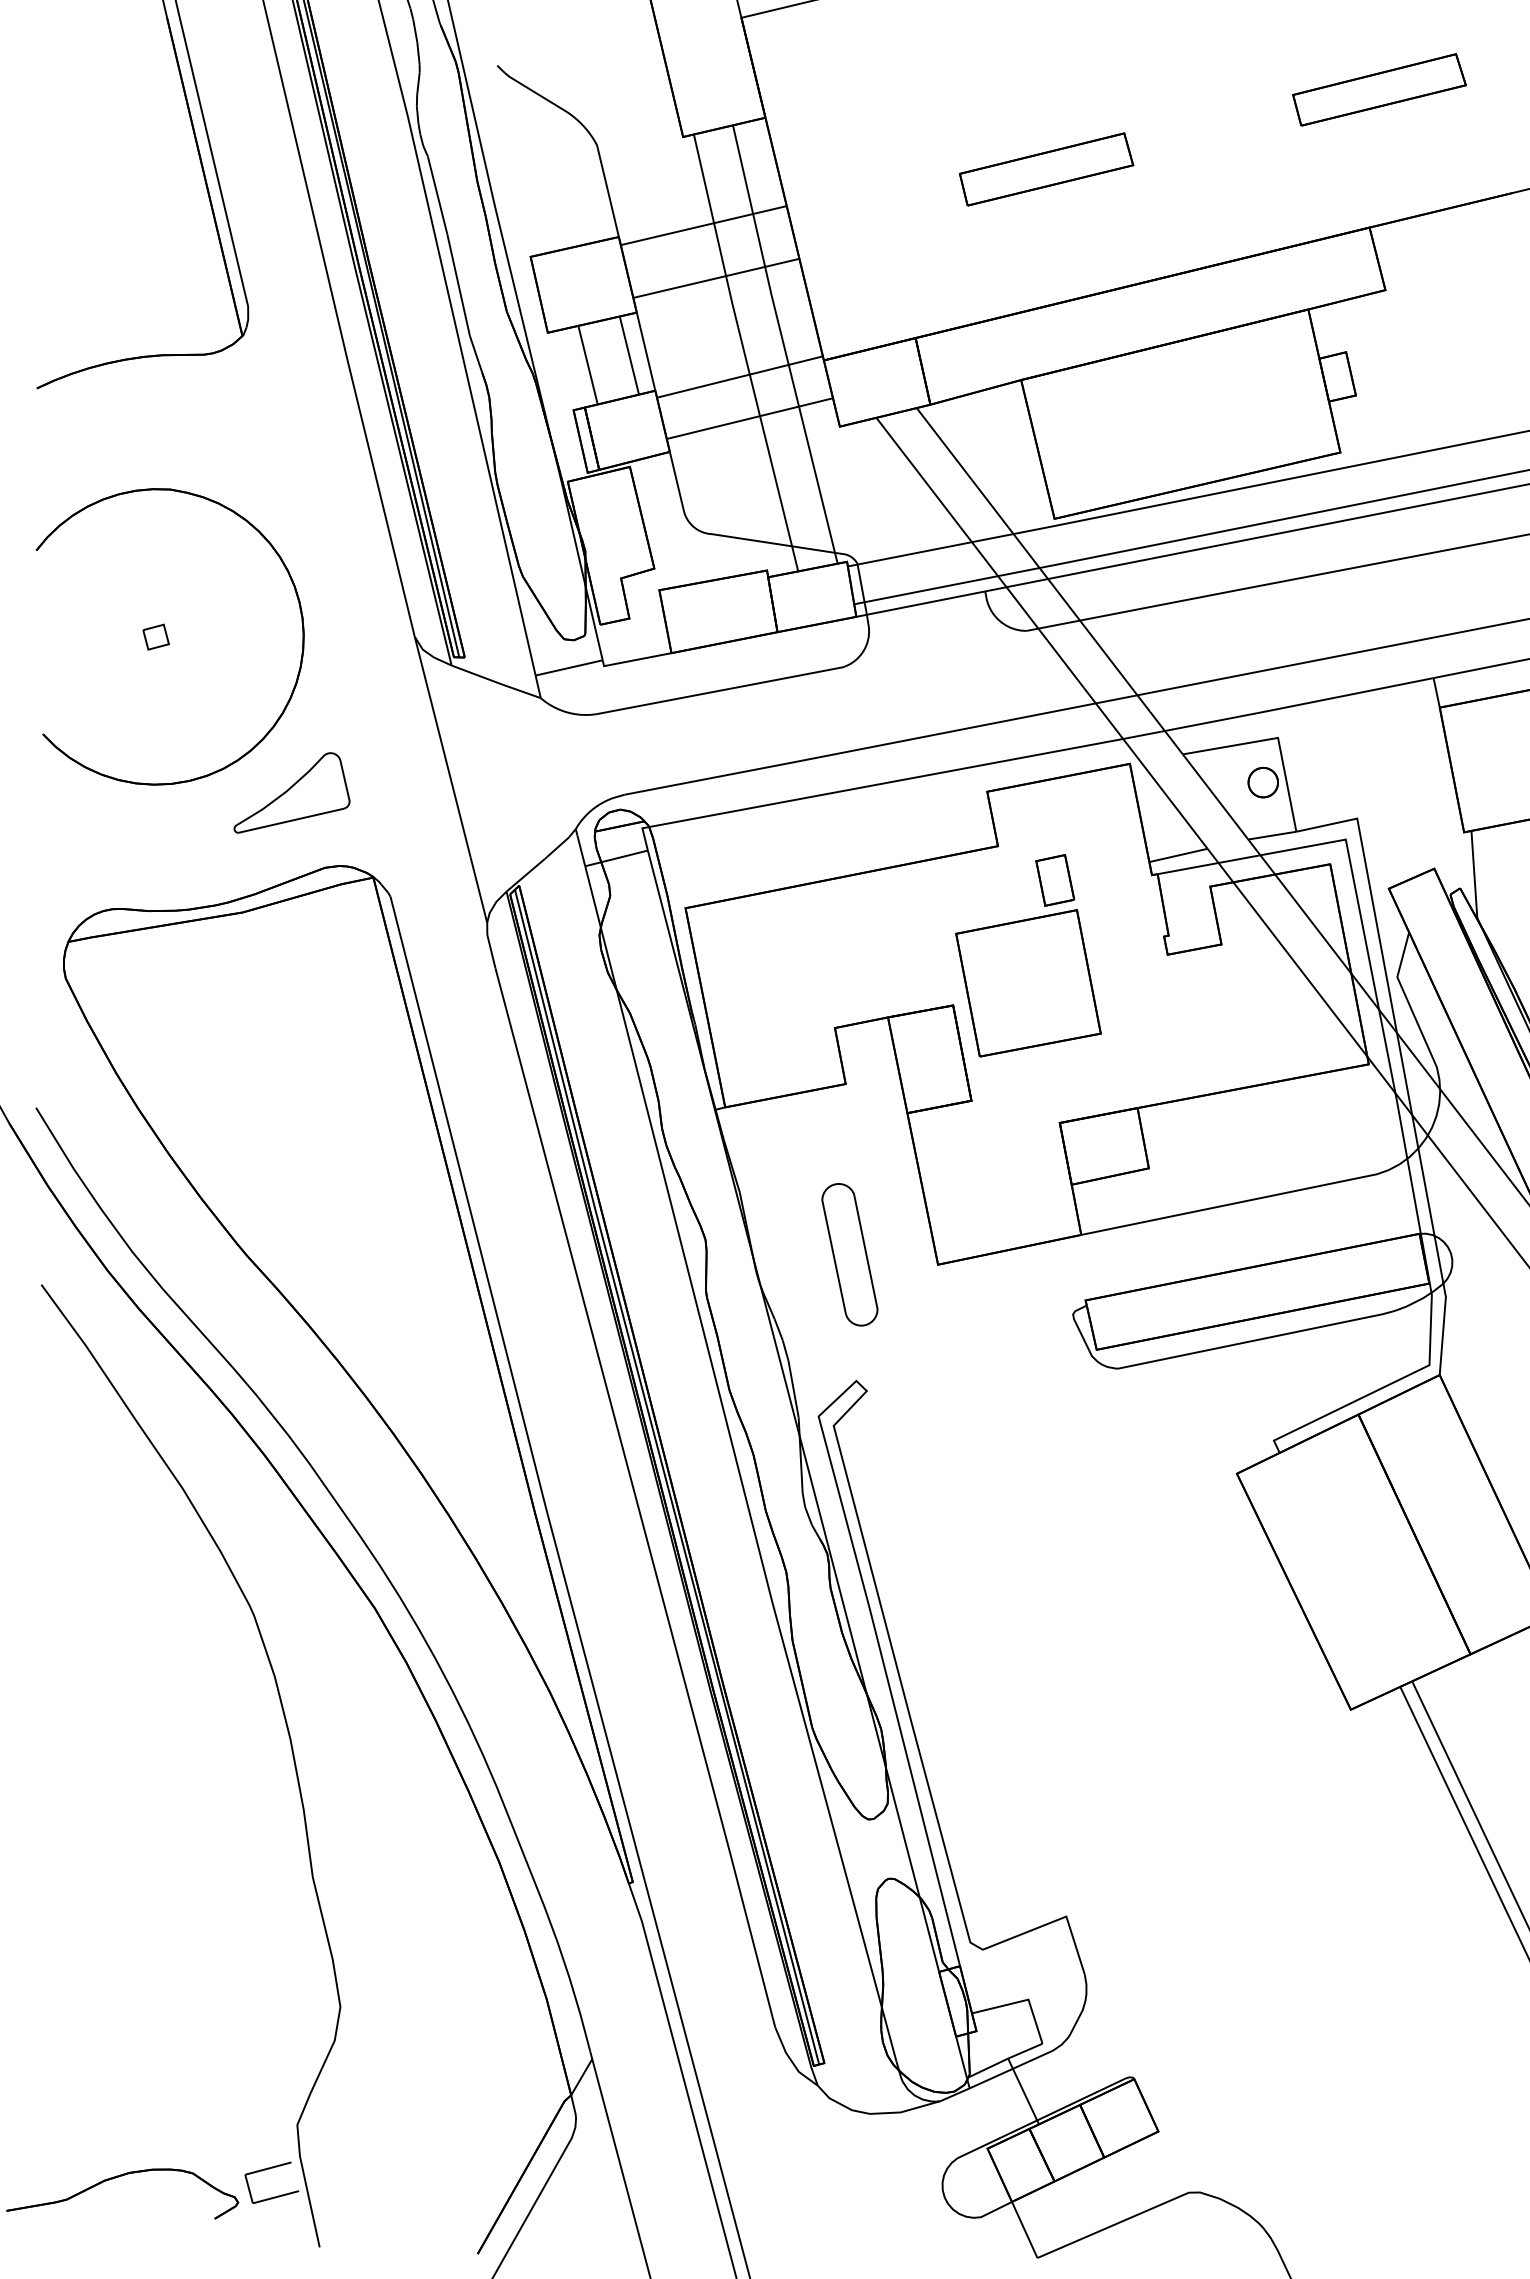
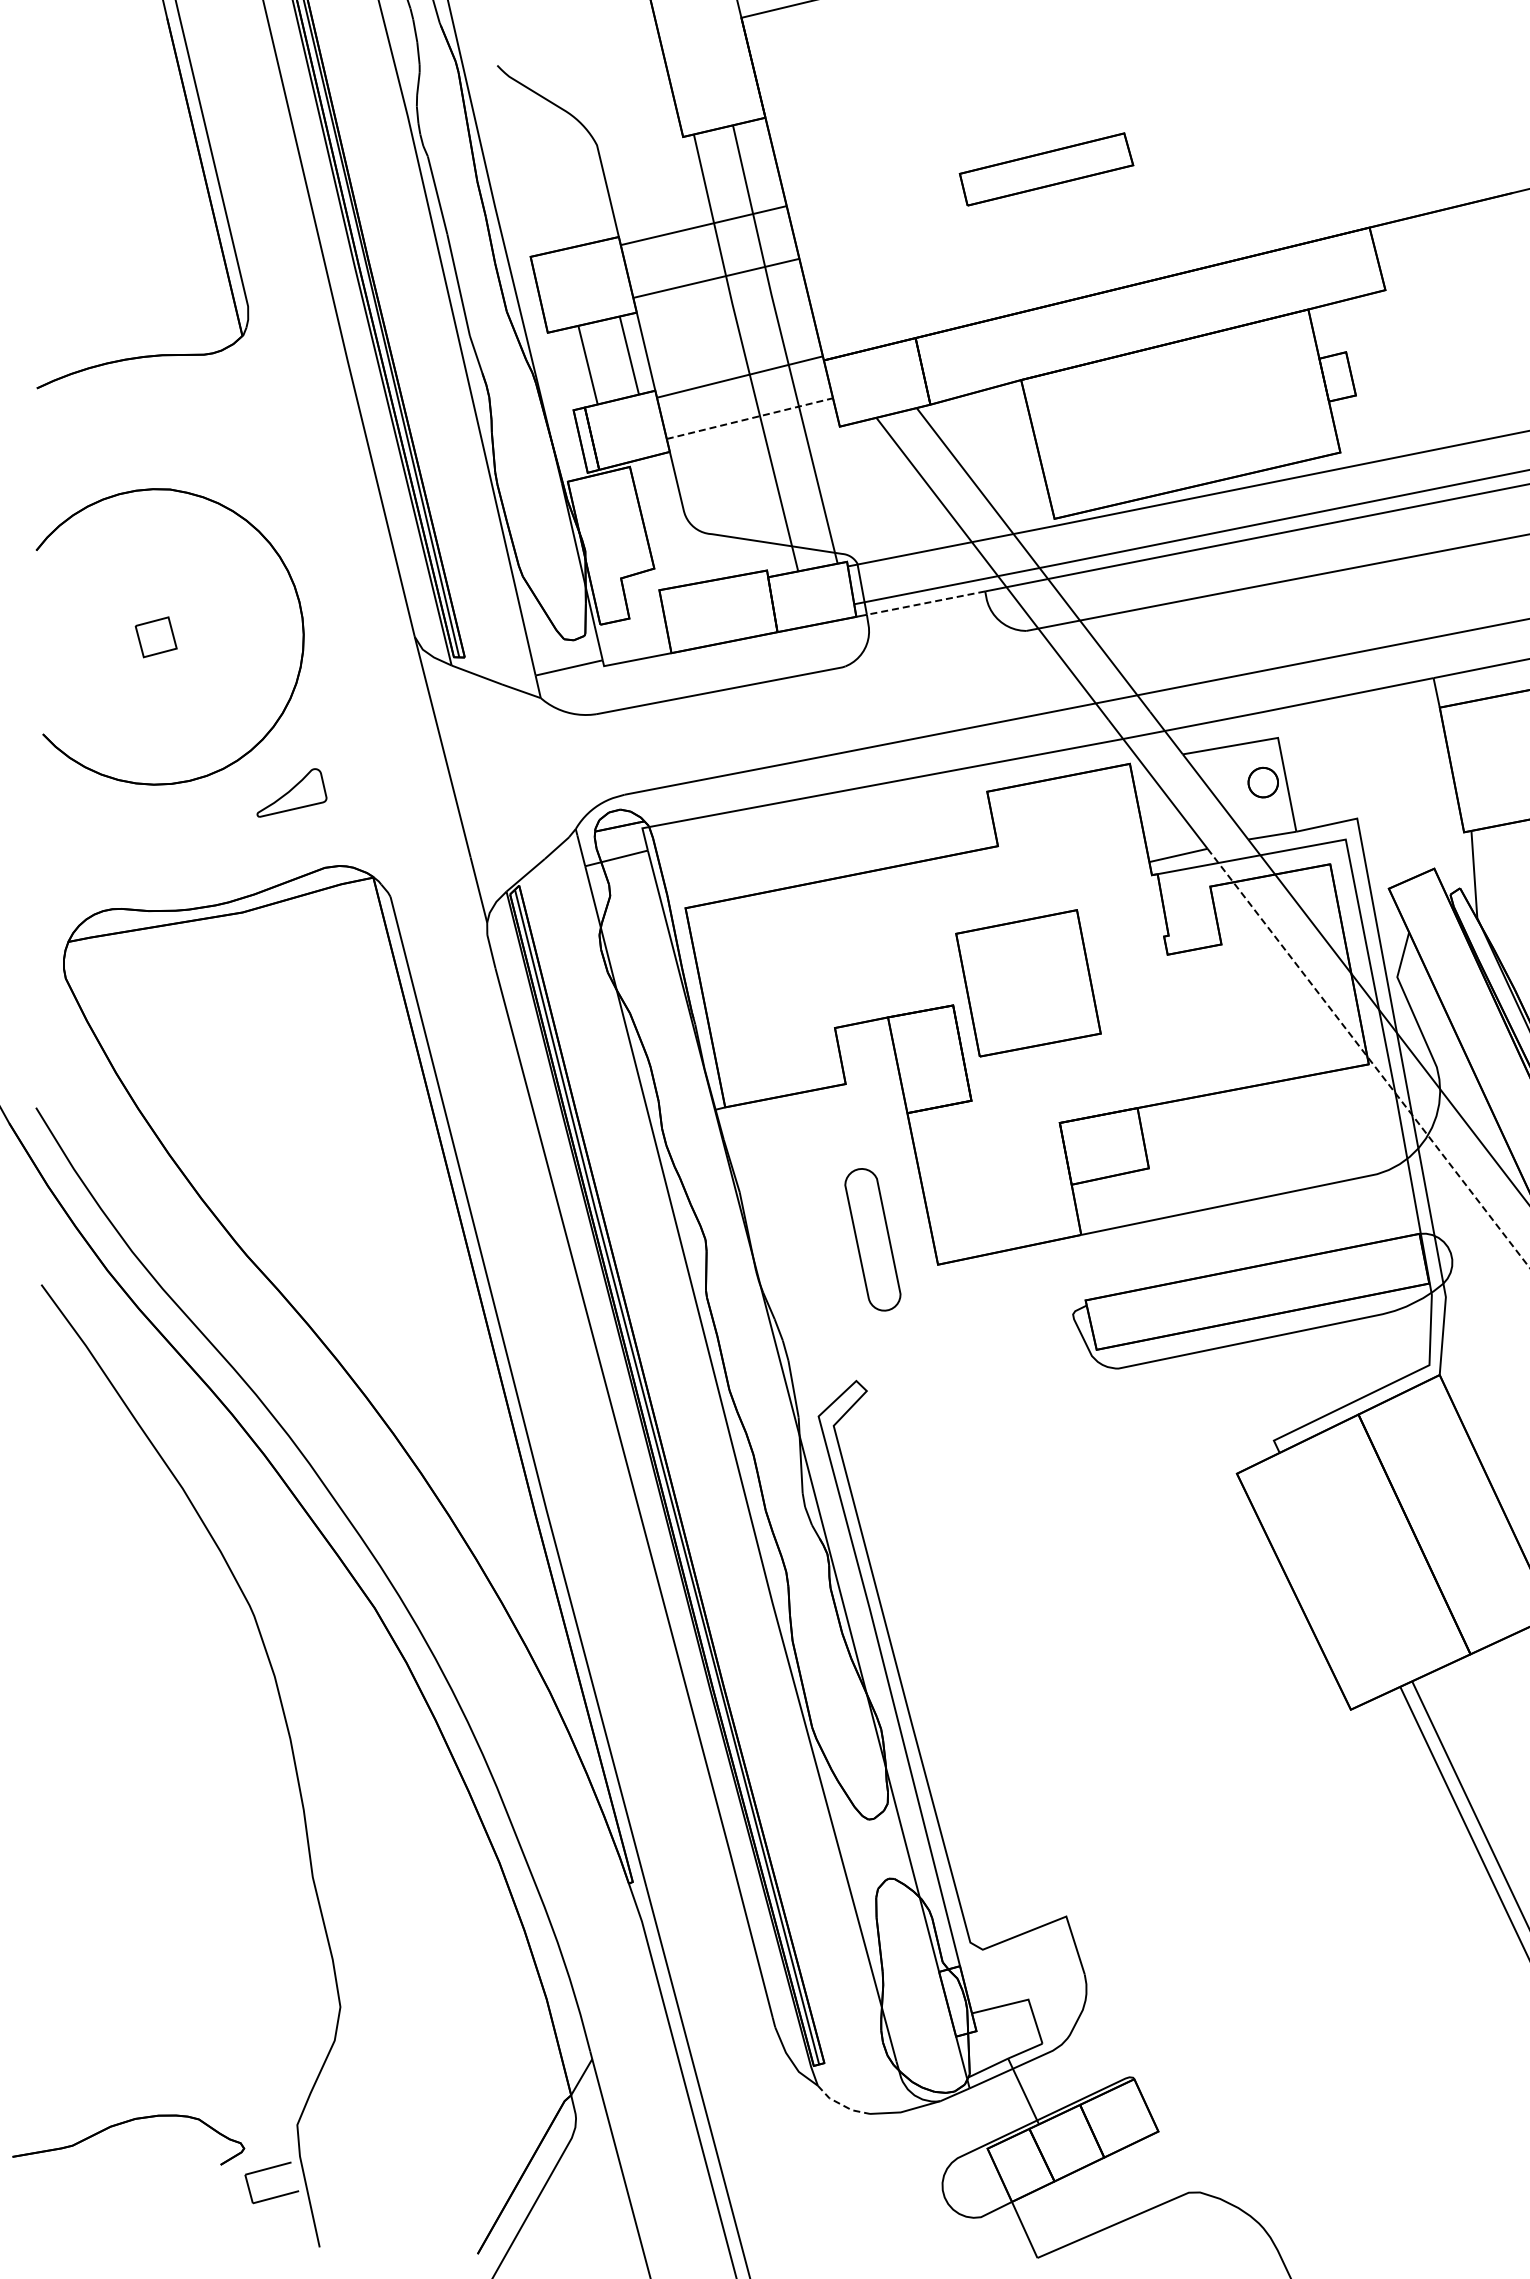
part at (1379, 89): present -> none
line at (749, 418): solid -> dashed
line at (925, 603): solid -> dashed
part at (155, 636) size: 28x28 px -> 44x43 px
part at (291, 792) size: 118x82 px -> 72x50 px
part at (1055, 880): present -> none
line at (1369, 1058): solid -> dashed
part at (849, 1254) position: (849, 1254) -> (872, 1239)
line at (841, 2104): solid -> dashed
part at (119, 2177) position: (119, 2177) -> (125, 2123)
